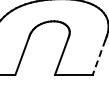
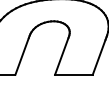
line at (99, 57): dashed -> solid
